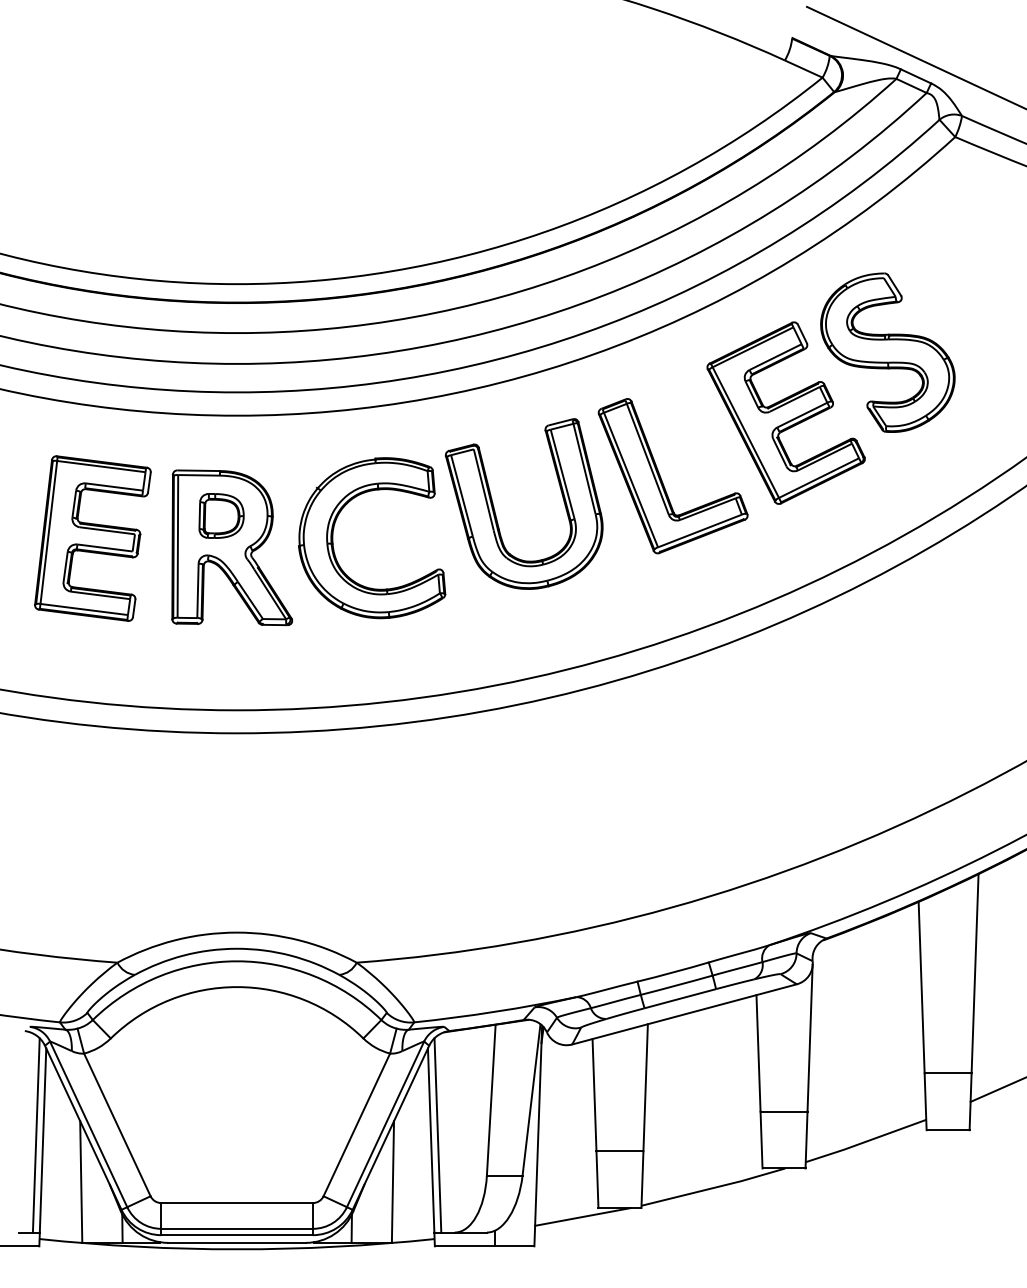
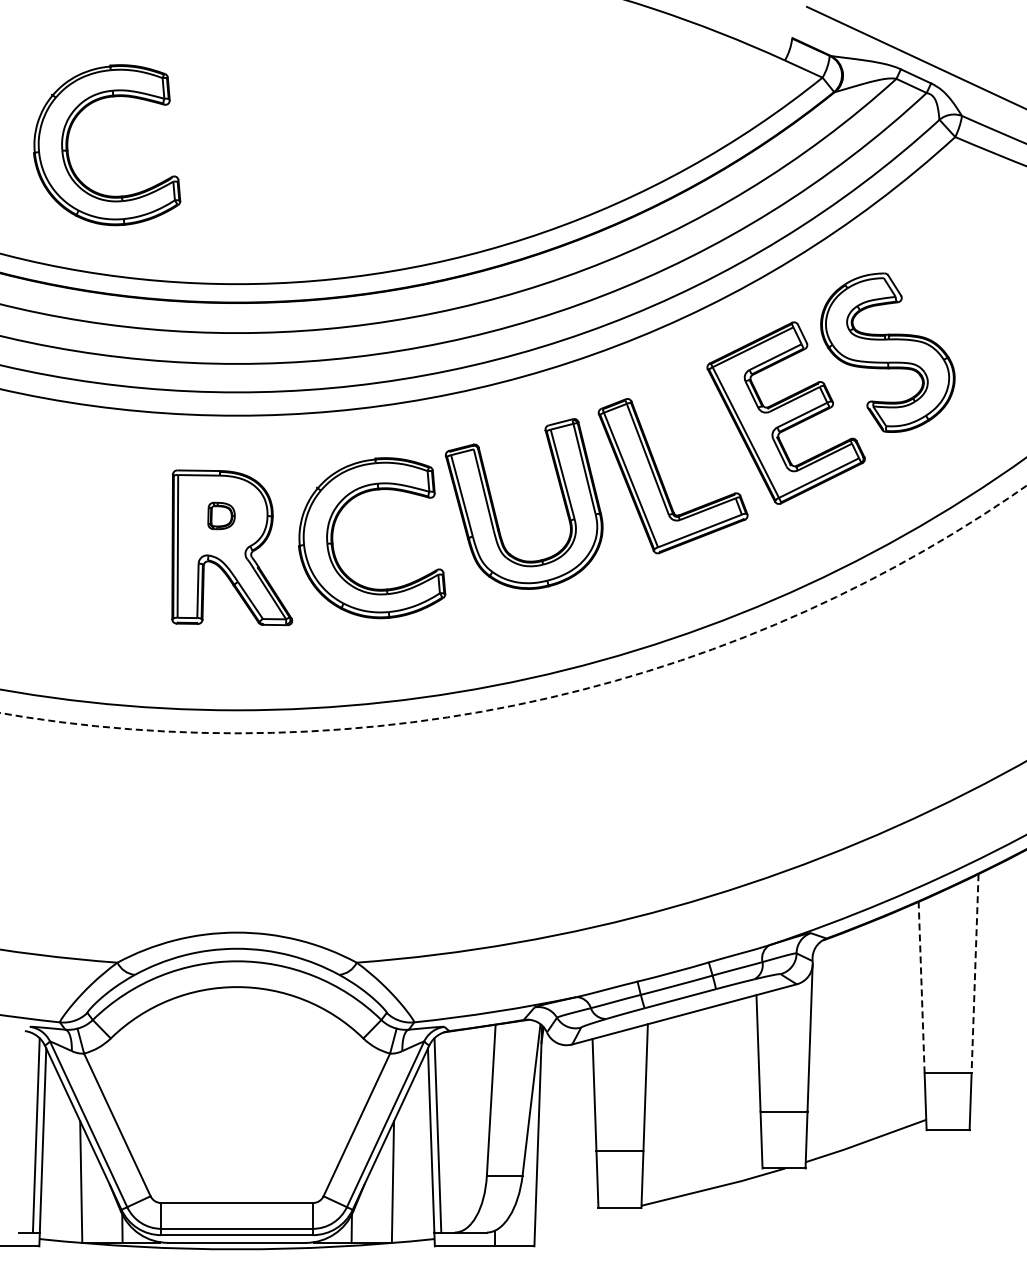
part at (68, 145): none -> present
part at (221, 515) size: 47x46 px -> 29x30 px
part at (92, 538): present -> none
circle at (513, 609): solid -> dashed
line at (975, 973): solid -> dashed
line at (921, 987): solid -> dashed
line at (996, 1089): present -> none
line at (582, 1216): present -> none
